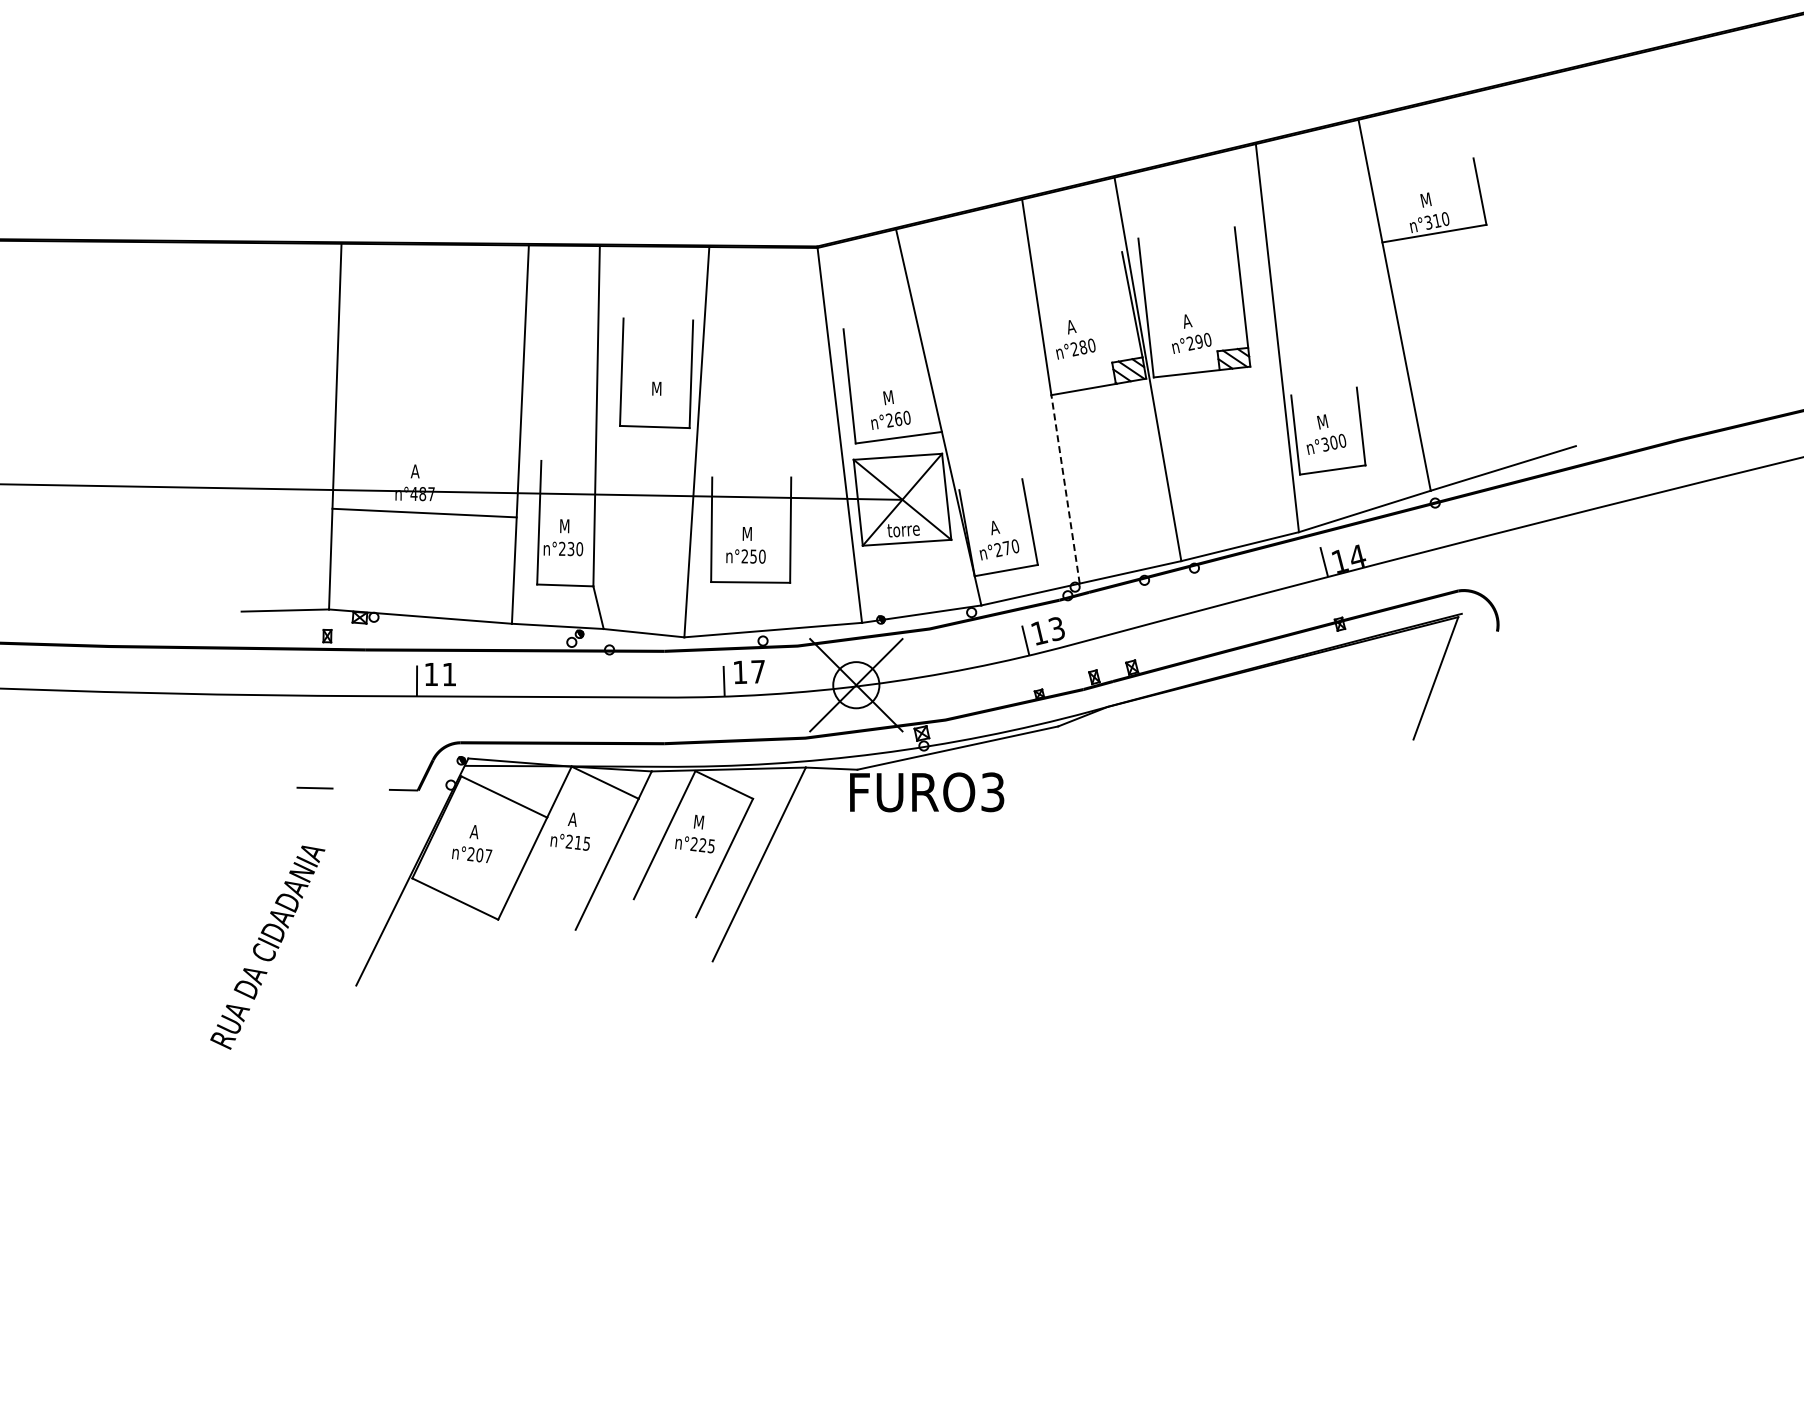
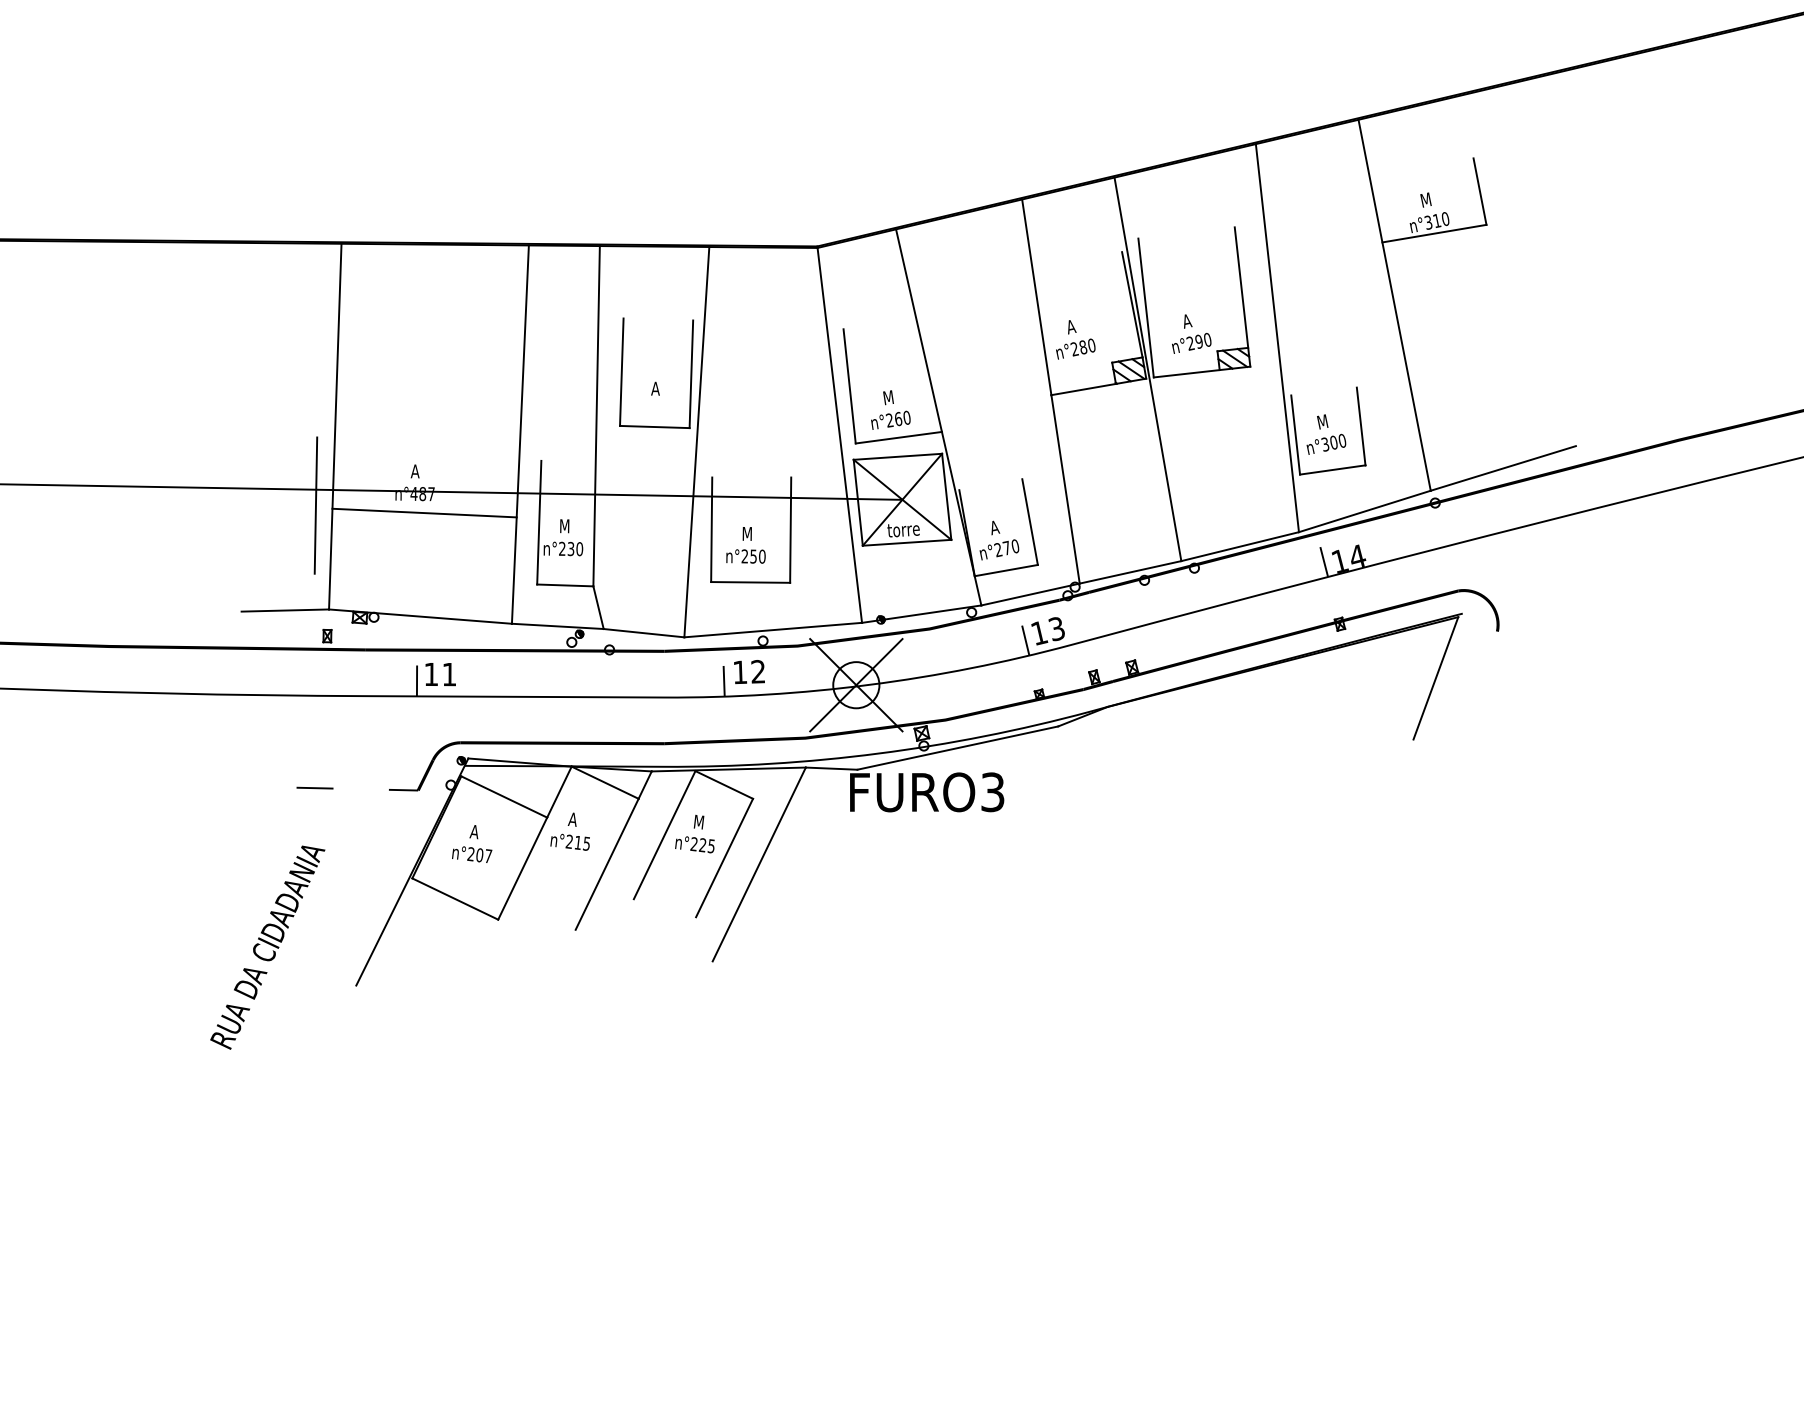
text at (656, 388): M -> A
line at (1065, 488): dashed -> solid
line at (315, 505): none -> present
text at (757, 671): 17 -> 12
